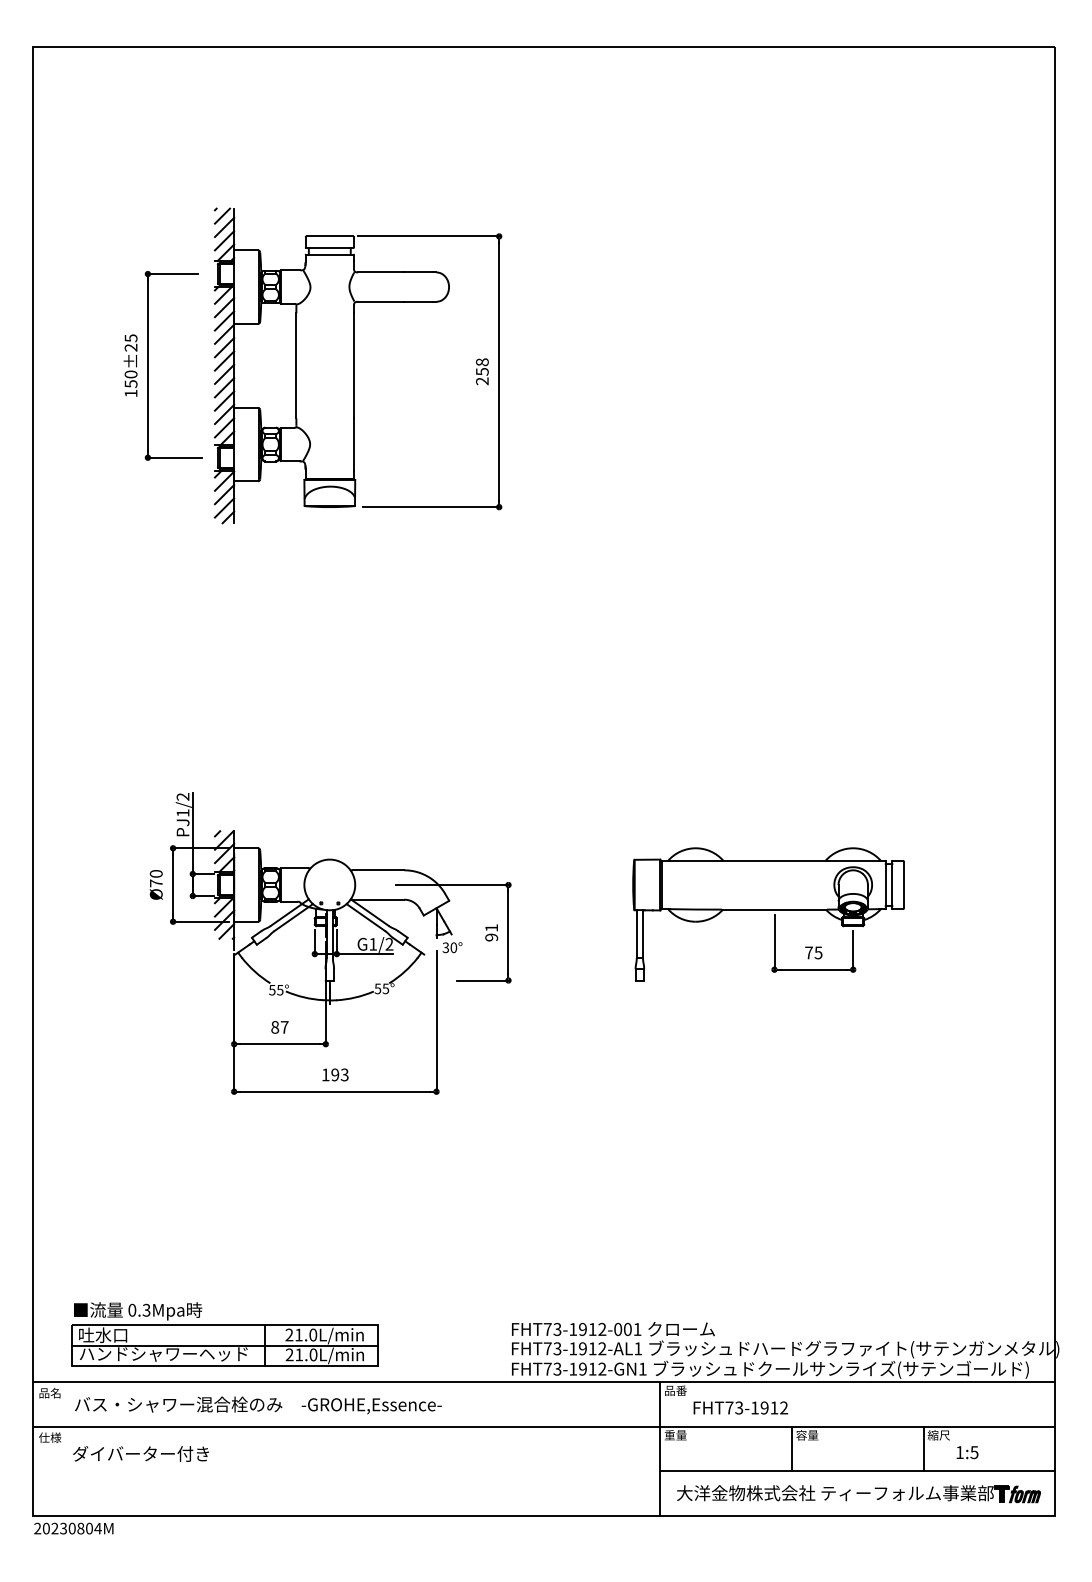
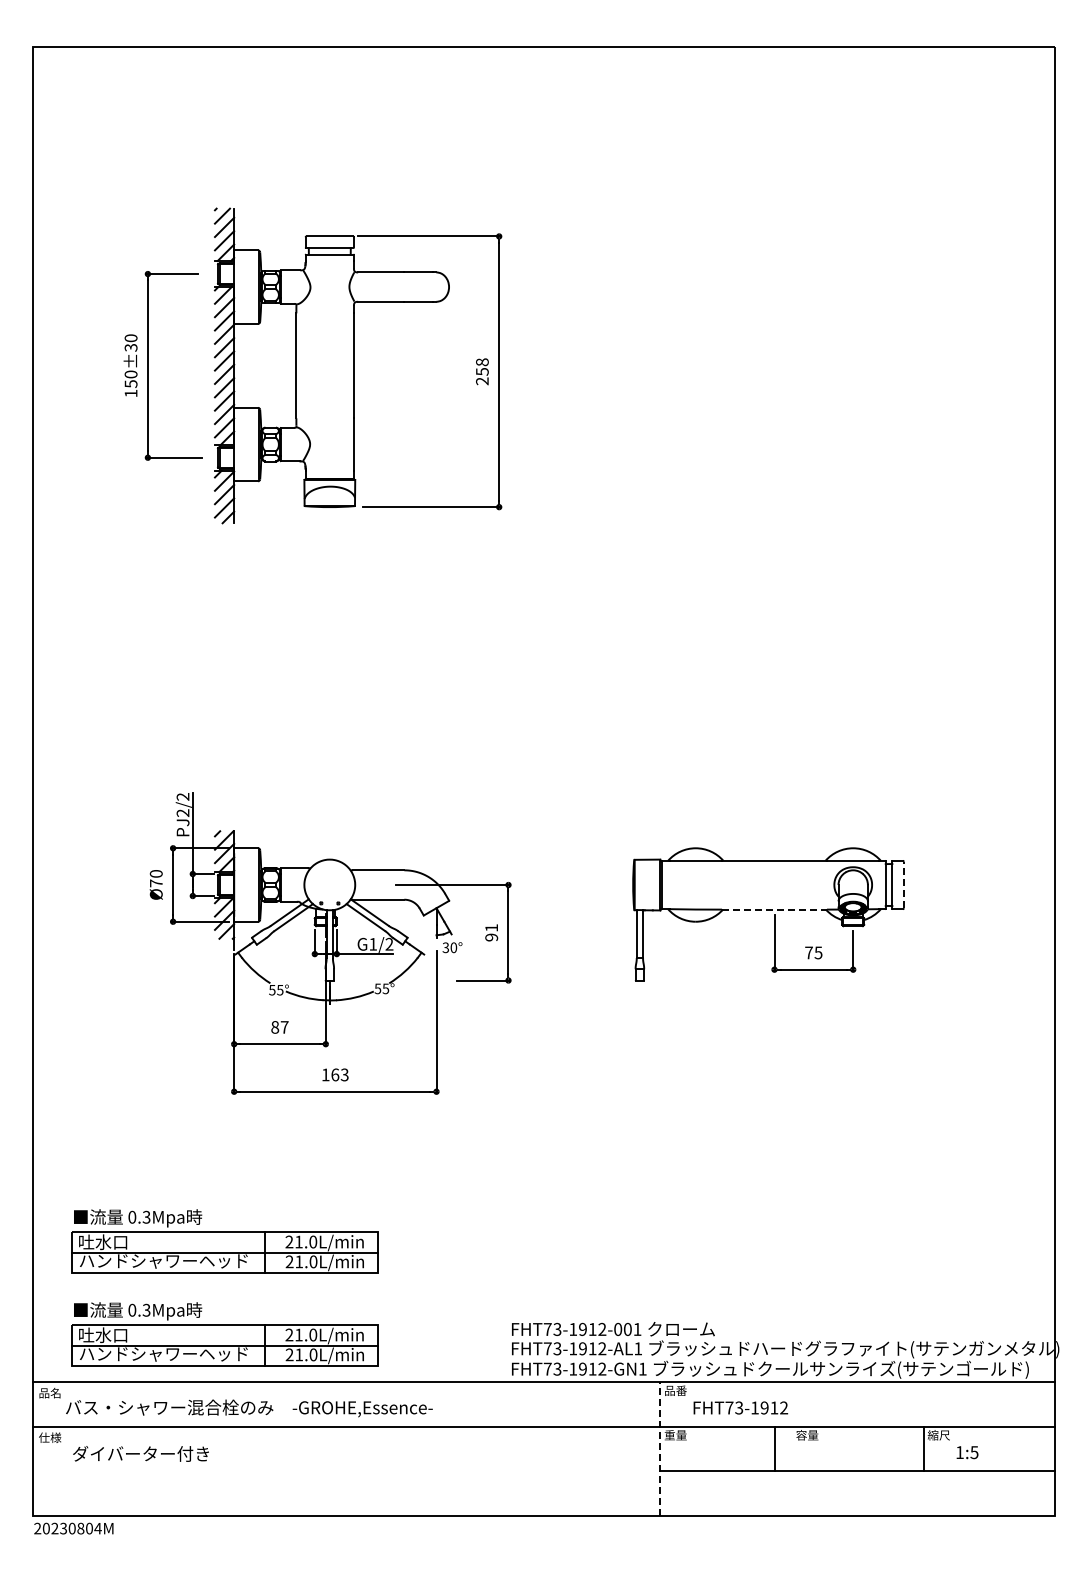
text at (130, 342): 150±25 -> 150±30
text at (182, 812): PJ1/2 -> PJ2/2
line at (903, 884): solid -> dashed
line at (774, 909): solid -> dashed
text at (335, 1074): 193 -> 163
part at (224, 1241): none -> present
text at (258, 1405) position: (258, 1405) -> (249, 1408)
line at (792, 1448) position: (792, 1448) -> (775, 1448)
line at (660, 1449): solid -> dashed
part at (858, 1494): present -> none
